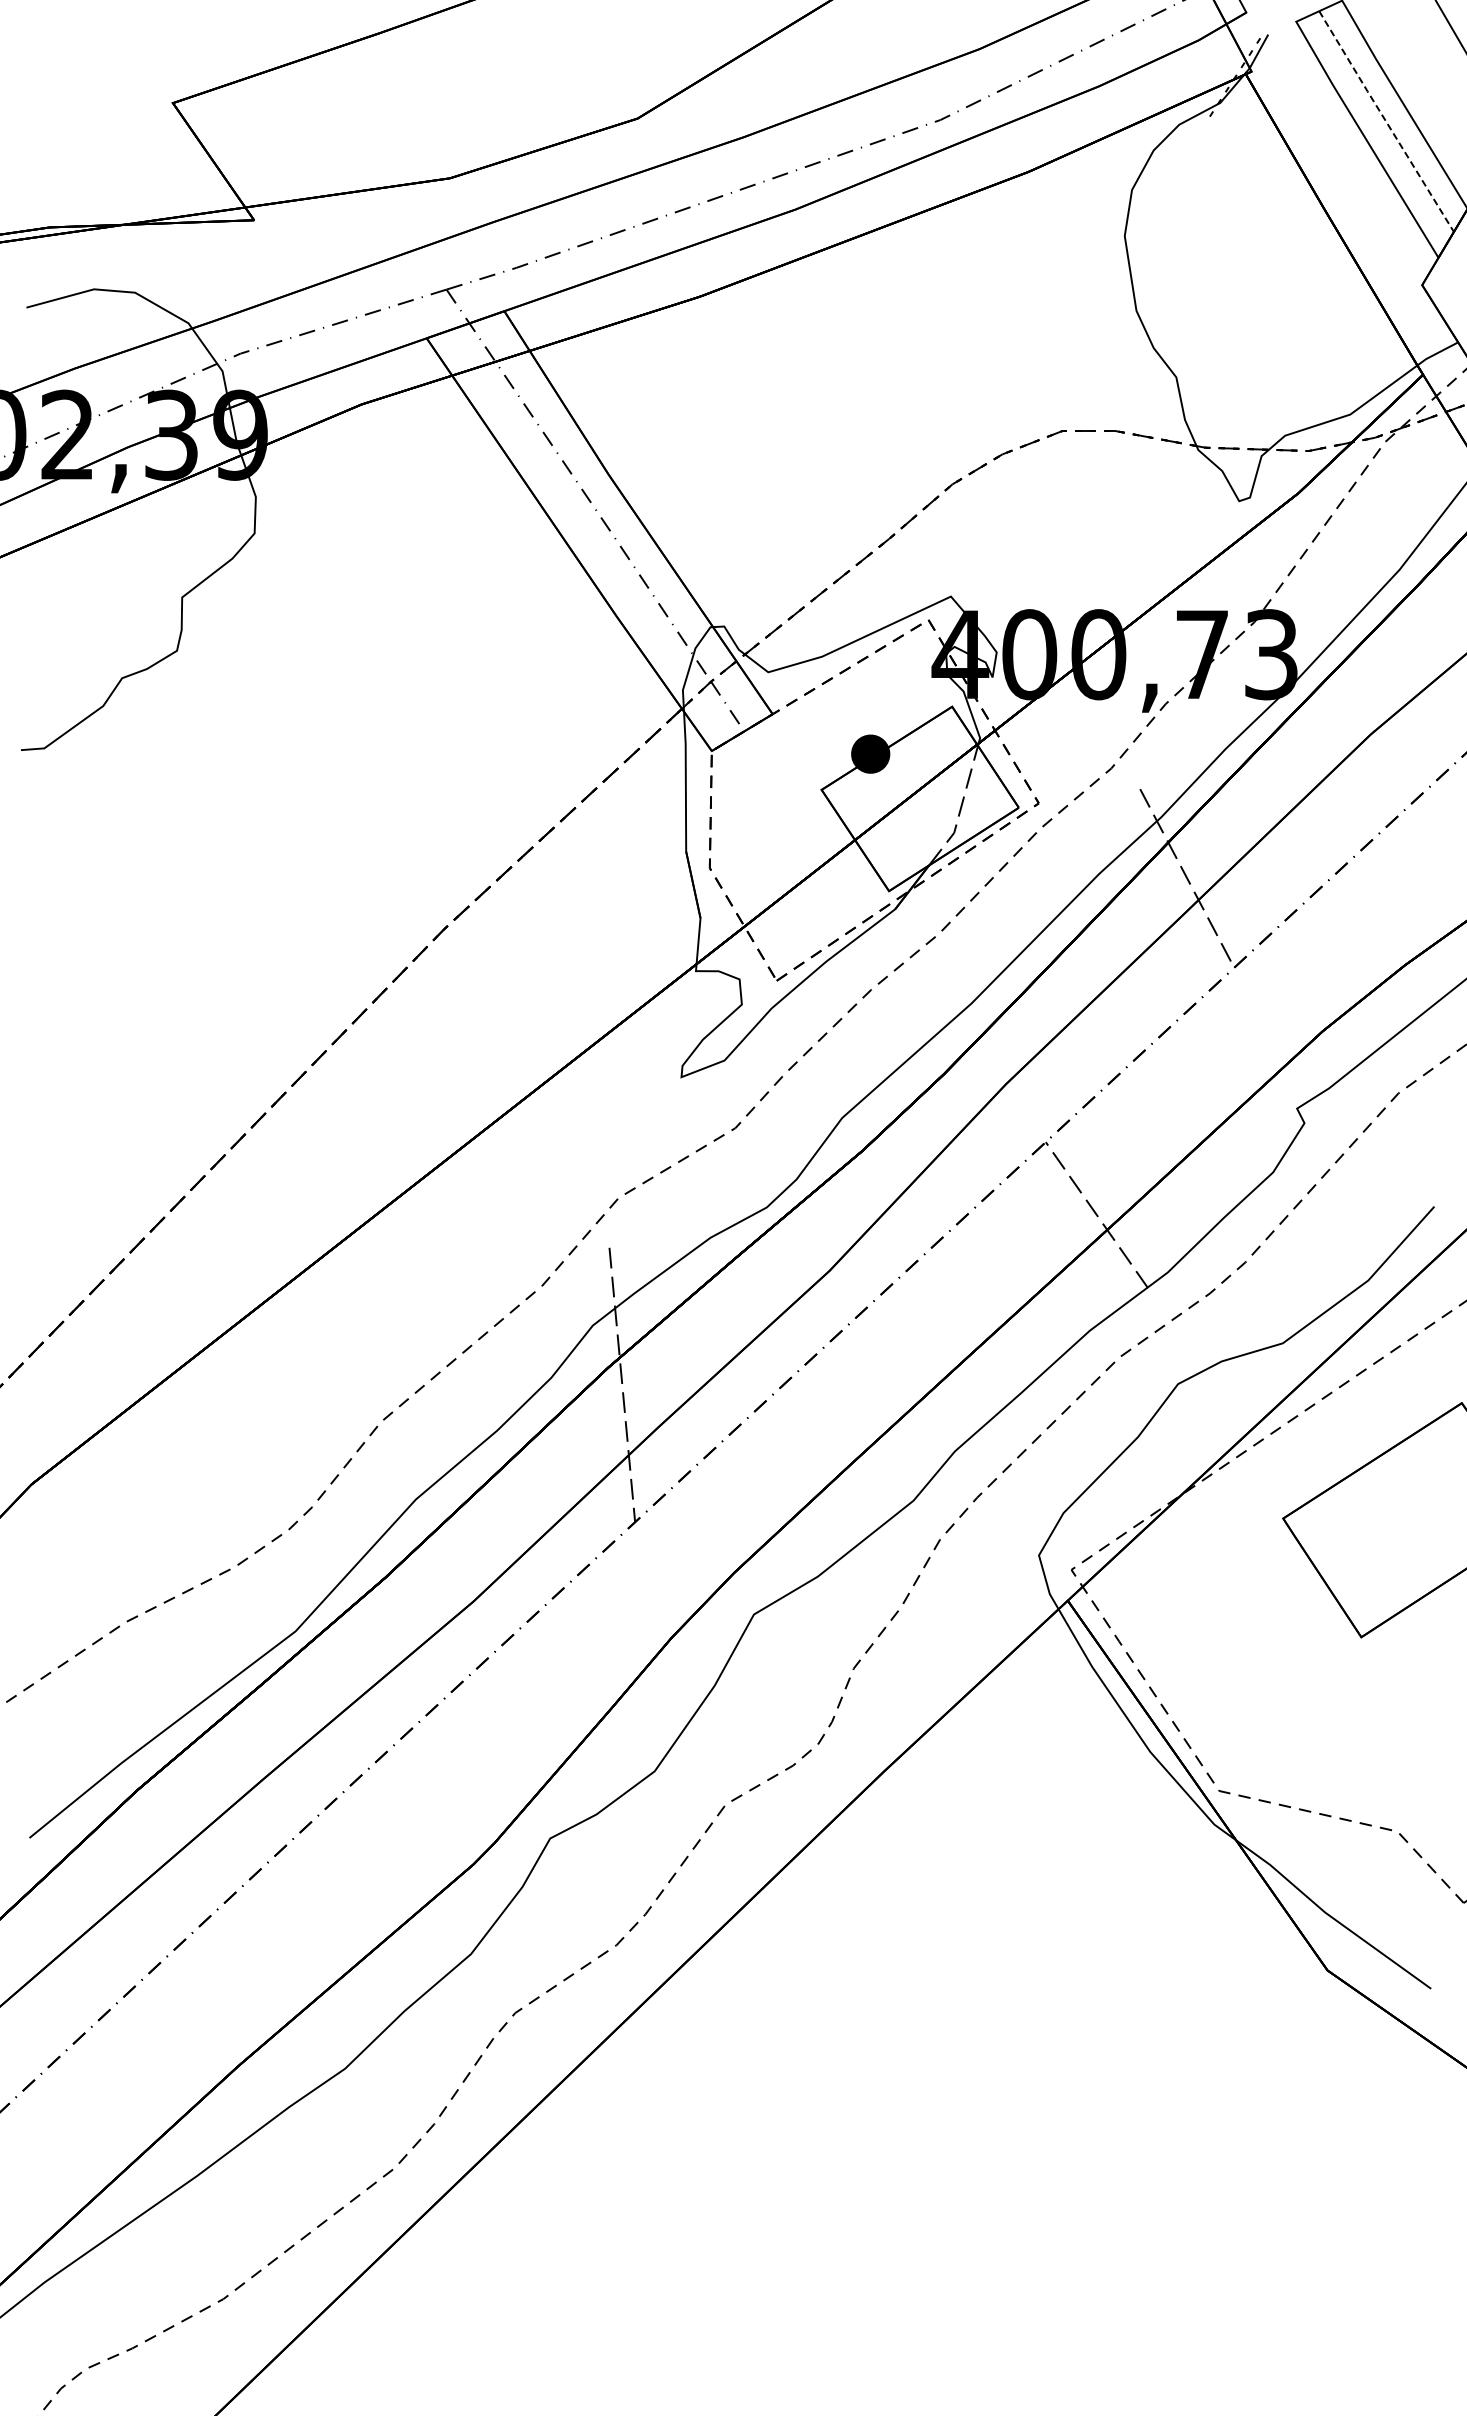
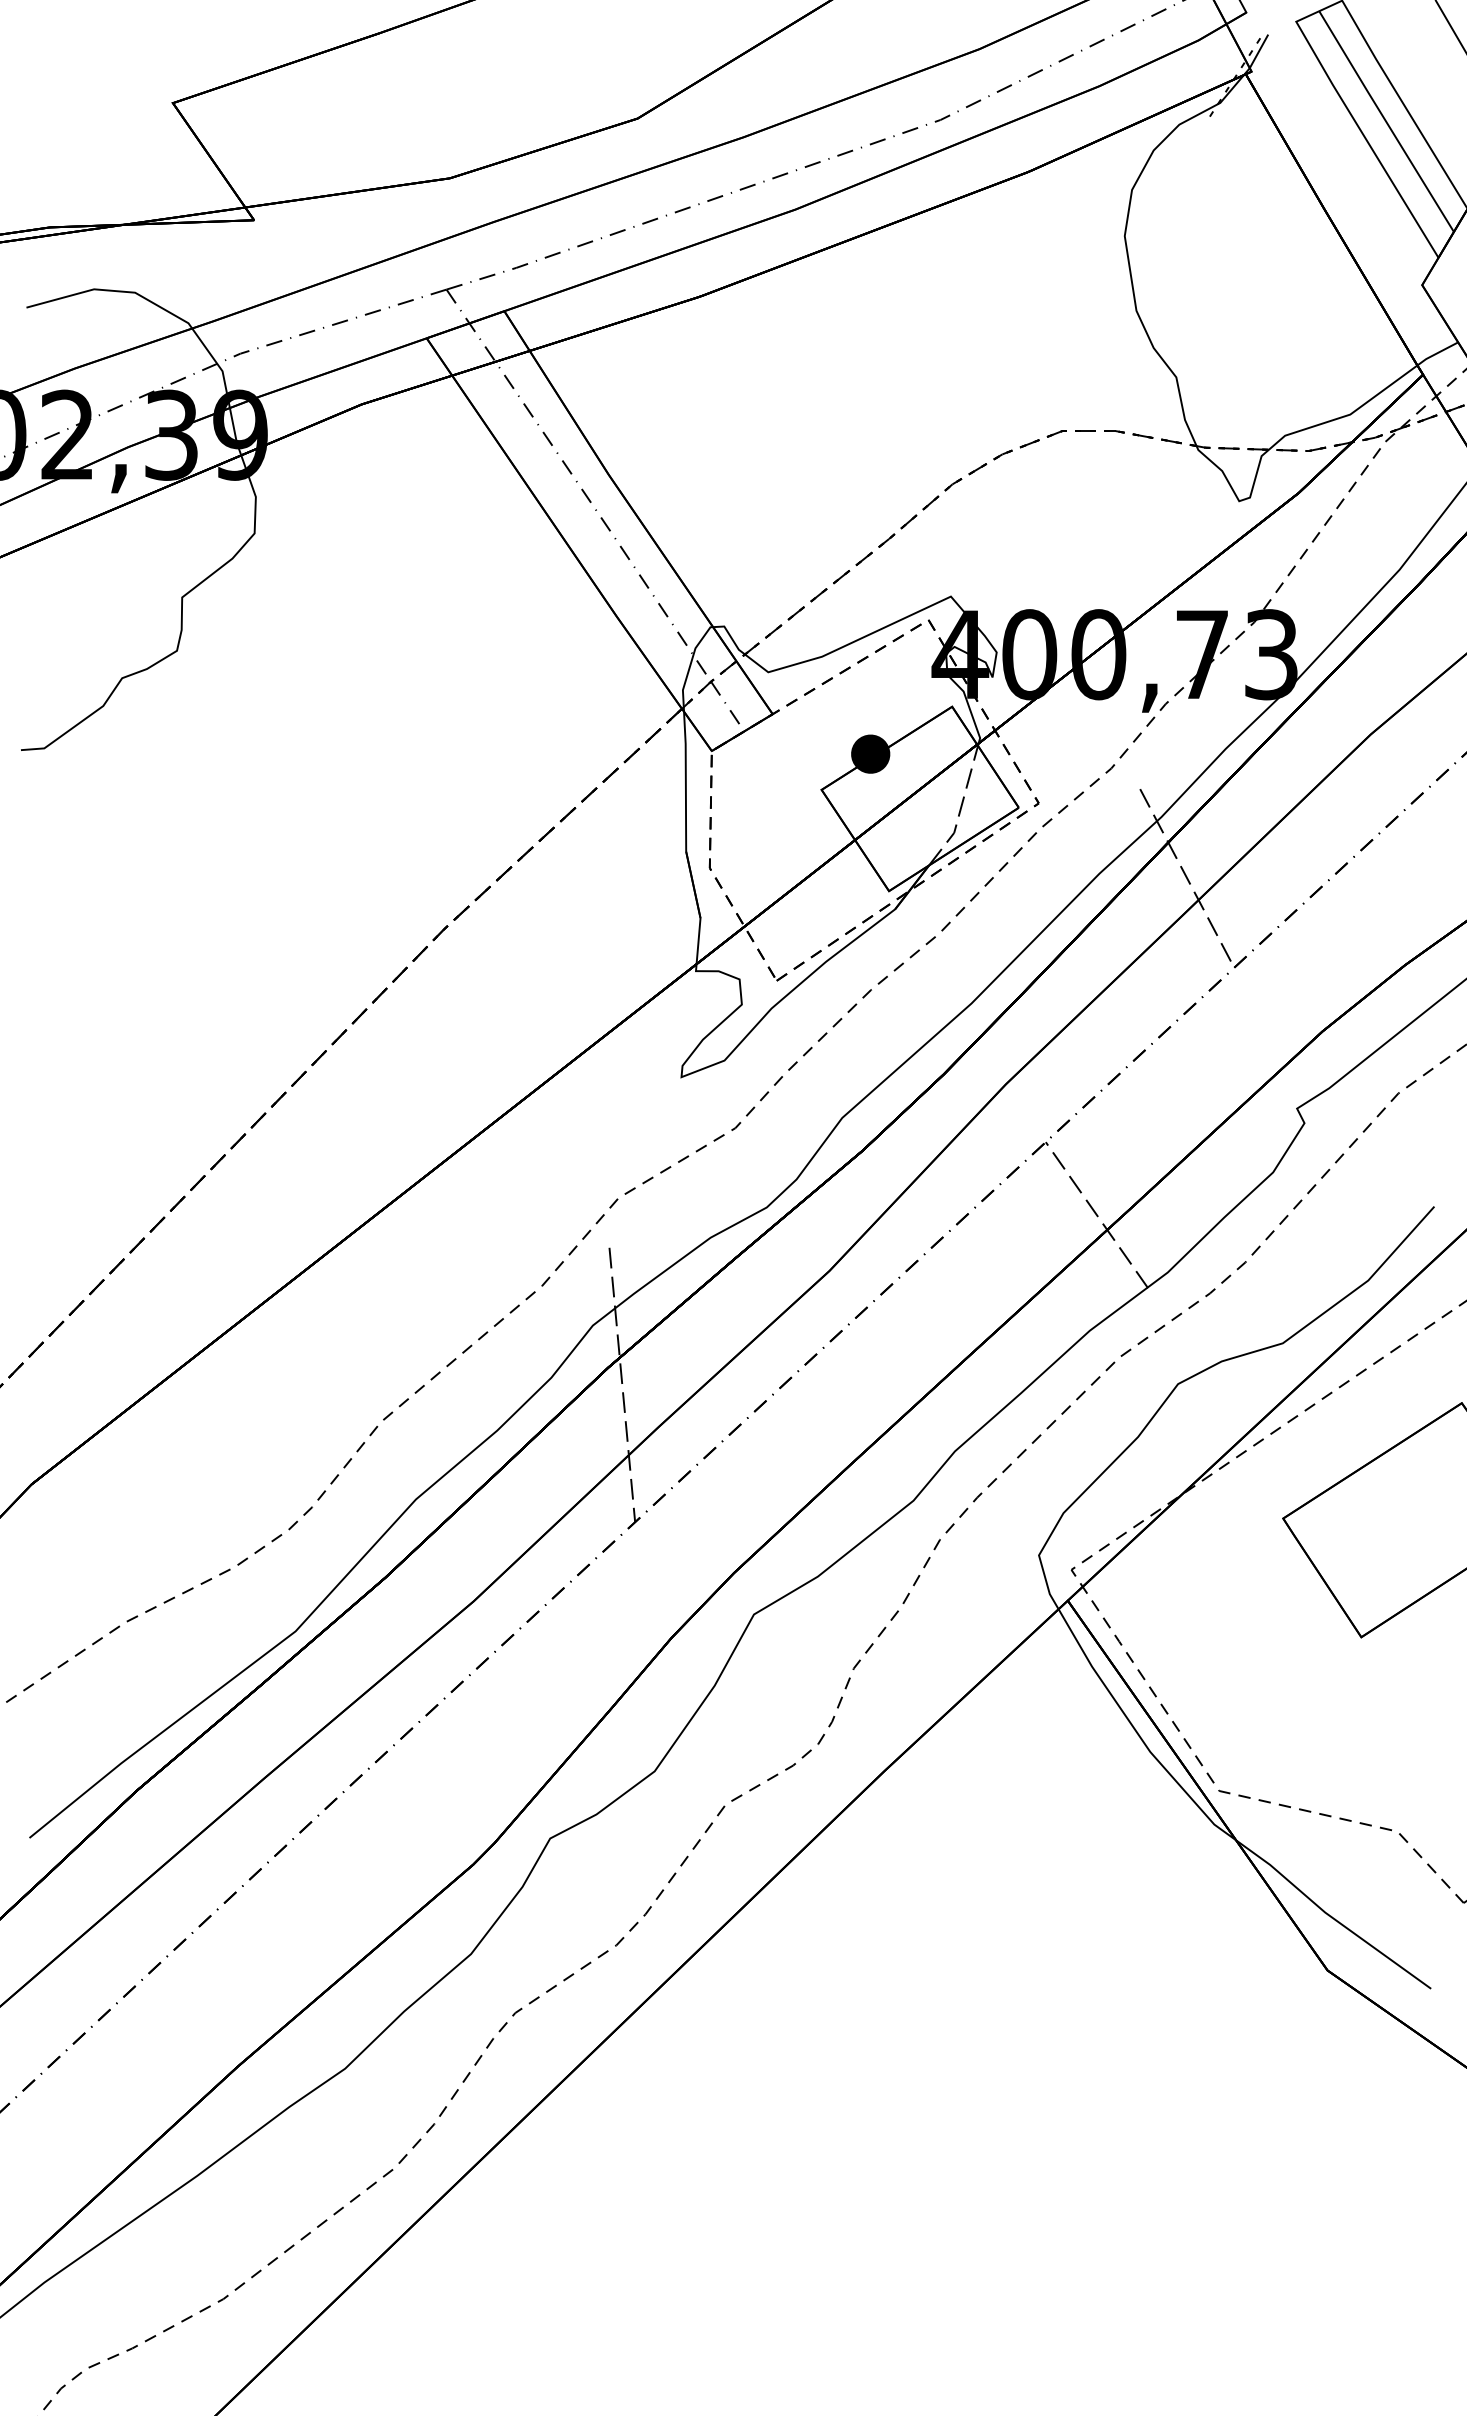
line at (1385, 121): dashed -> solid
